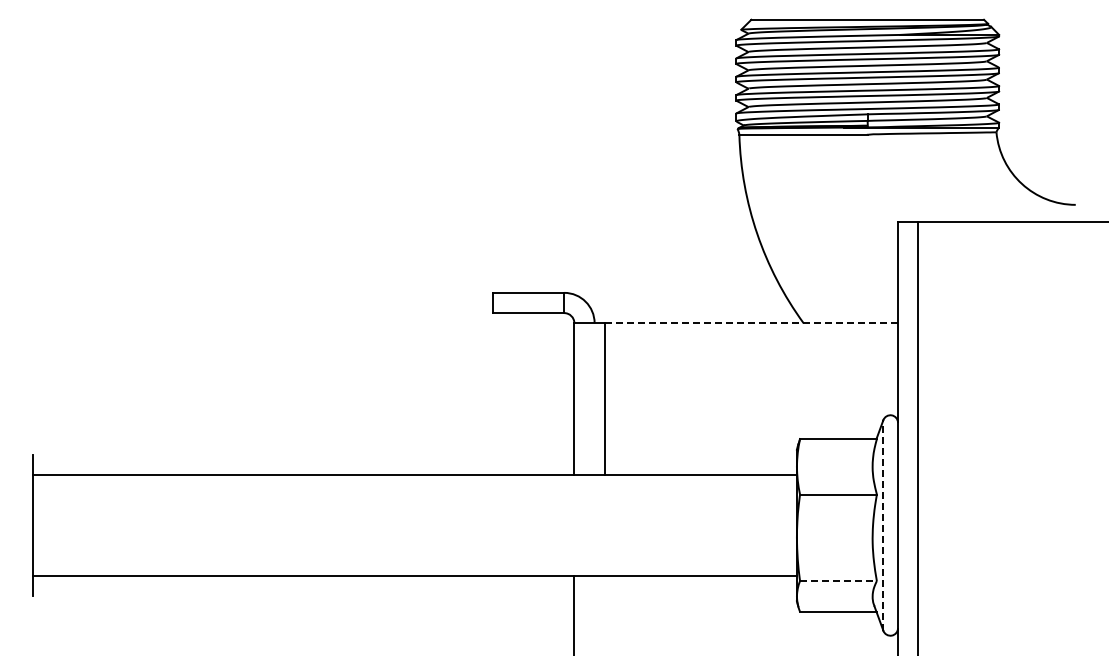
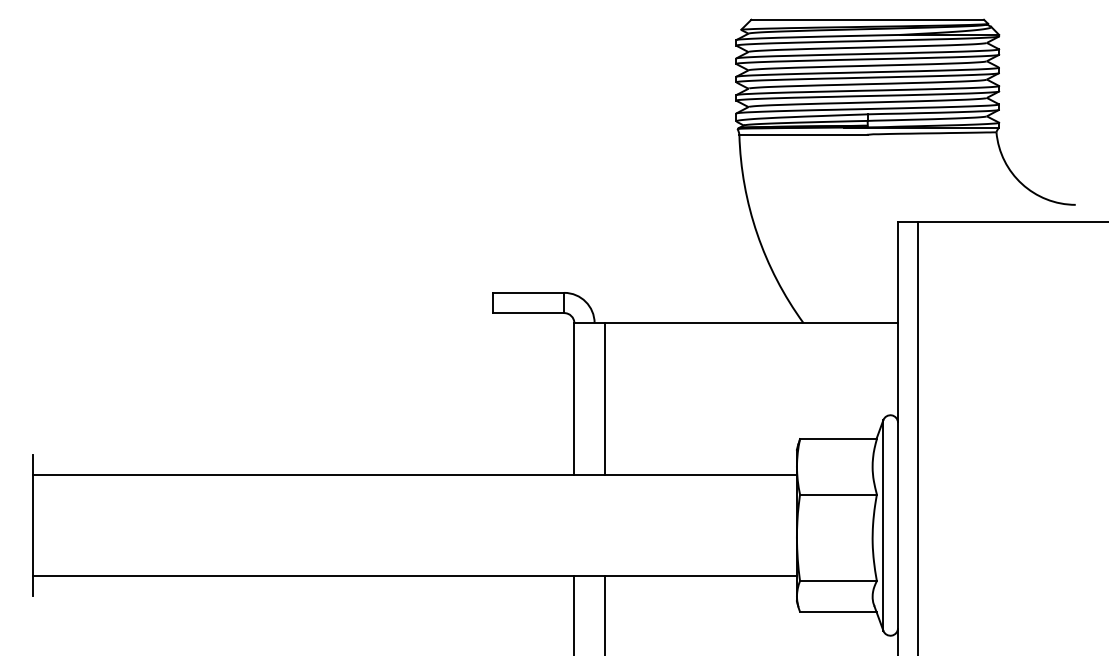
line at (751, 323): dashed -> solid
line at (883, 524): dashed -> solid
line at (838, 581): dashed -> solid
line at (604, 614): none -> present
